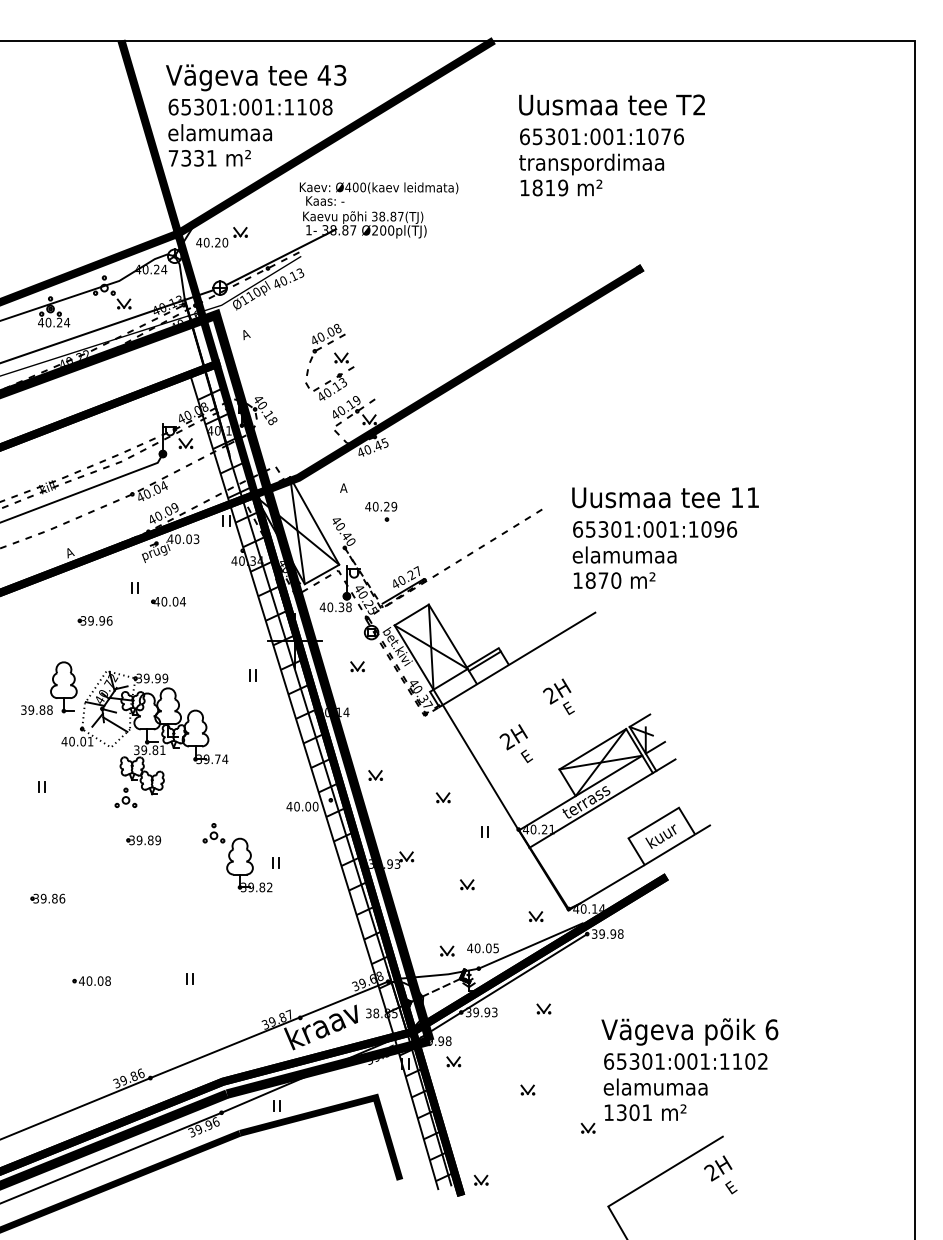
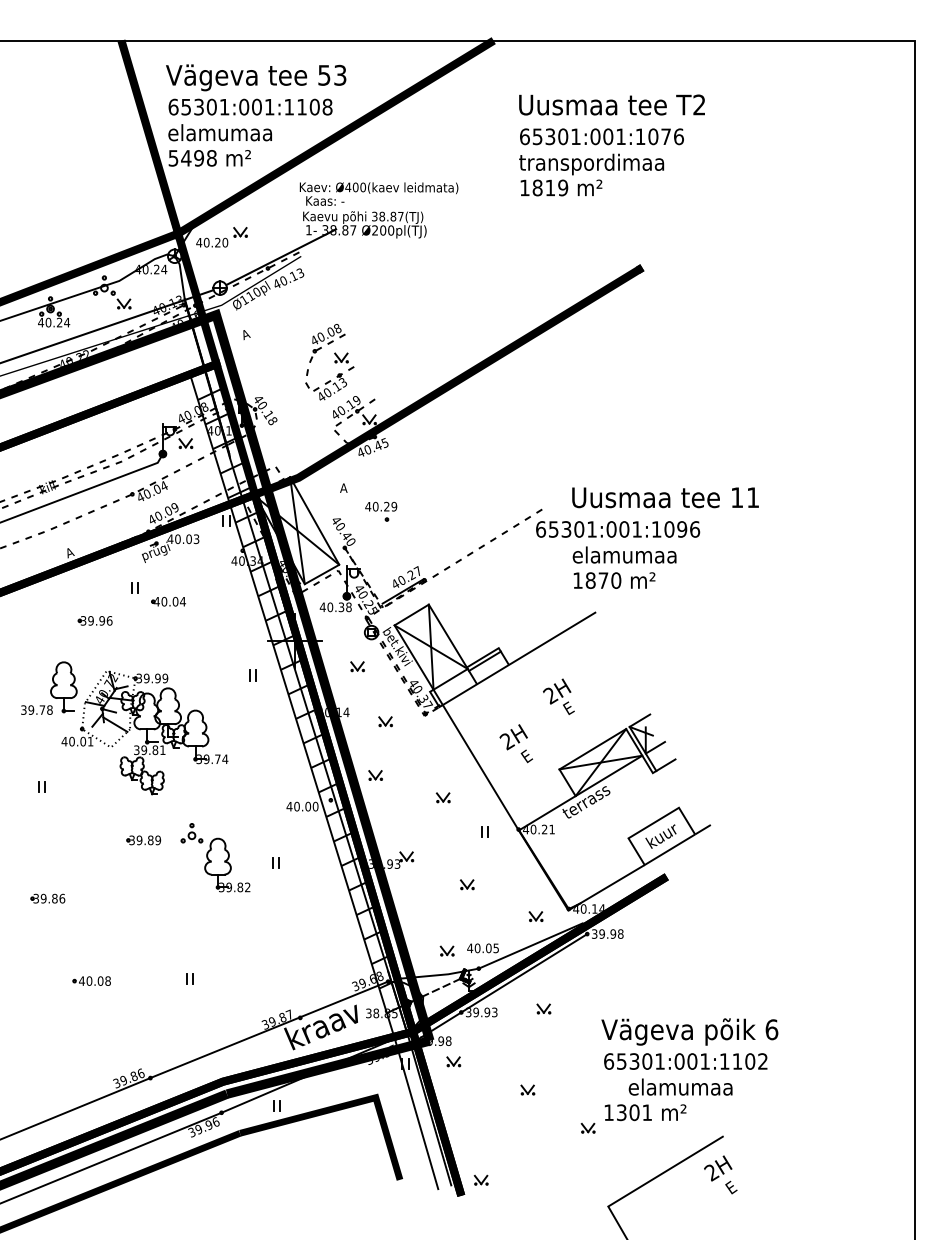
text at (323, 75): 43 -> 53
text at (192, 158): 7331 -> 5498
text at (655, 529) position: (655, 529) -> (618, 529)
text at (42, 709): 39.88 -> 39.78
part at (385, 721): none -> present
part at (125, 797): present -> none
line at (590, 810): present -> none
part at (237, 857) position: (237, 857) -> (215, 857)
text at (655, 1086) position: (655, 1086) -> (680, 1086)
hatch at (426, 1114): present -> none
